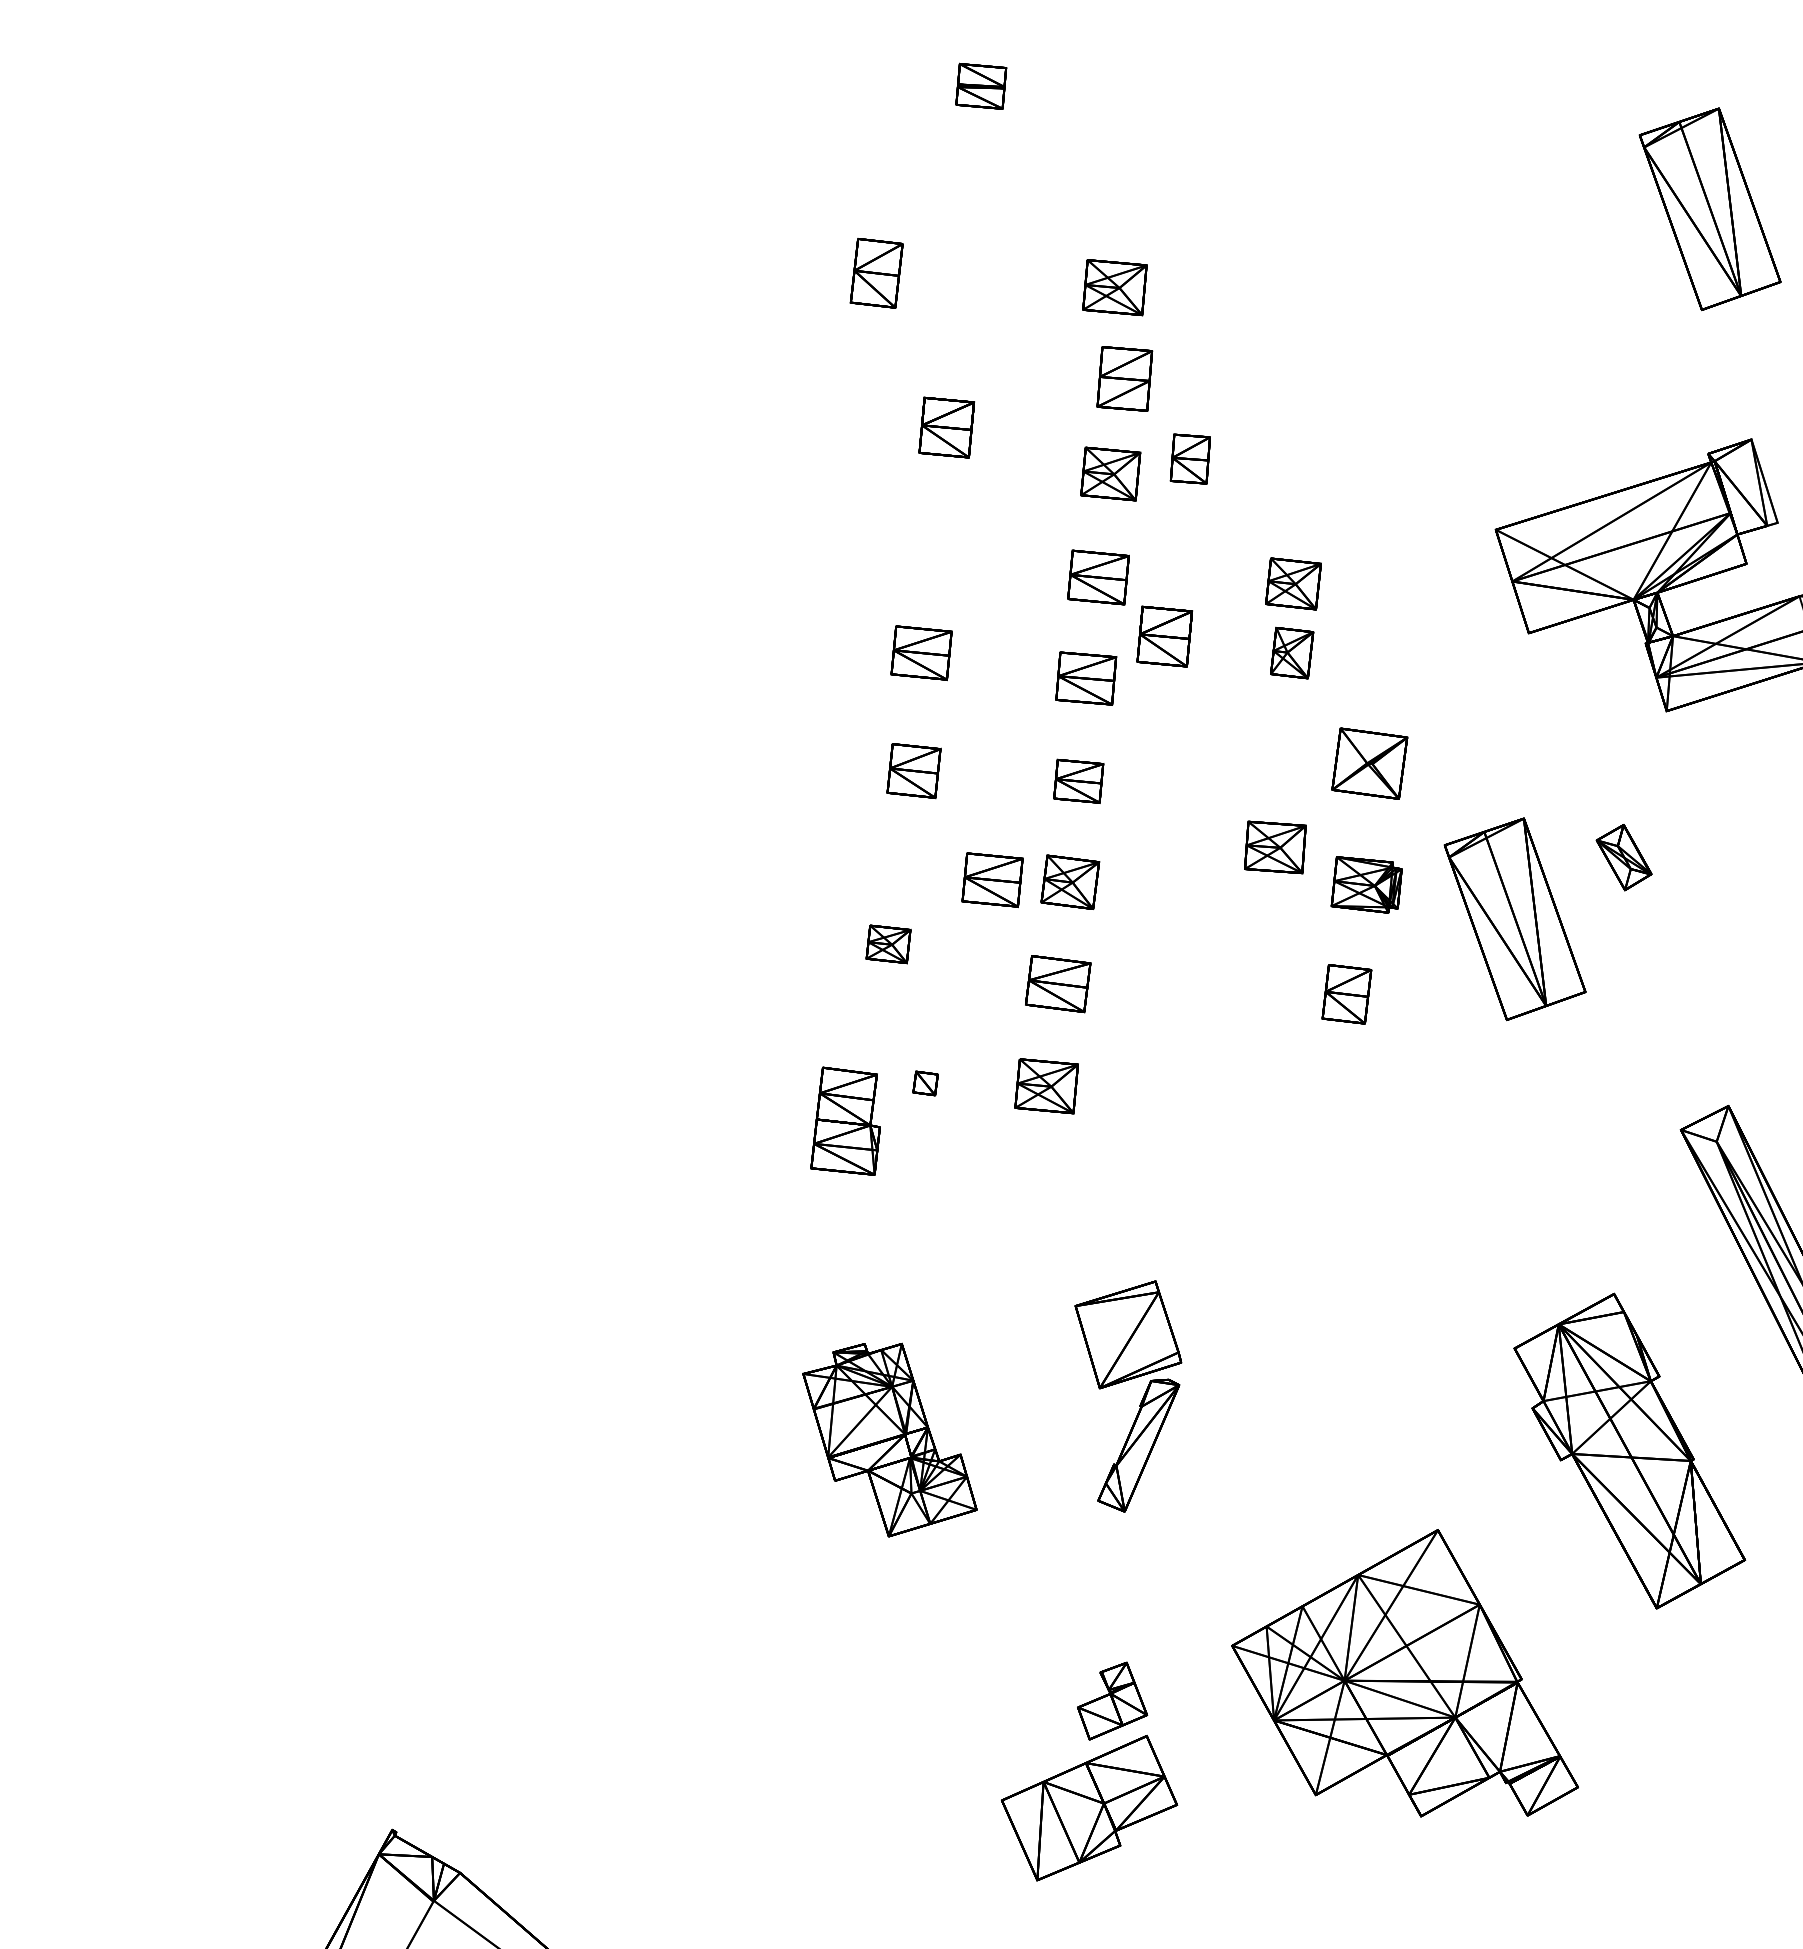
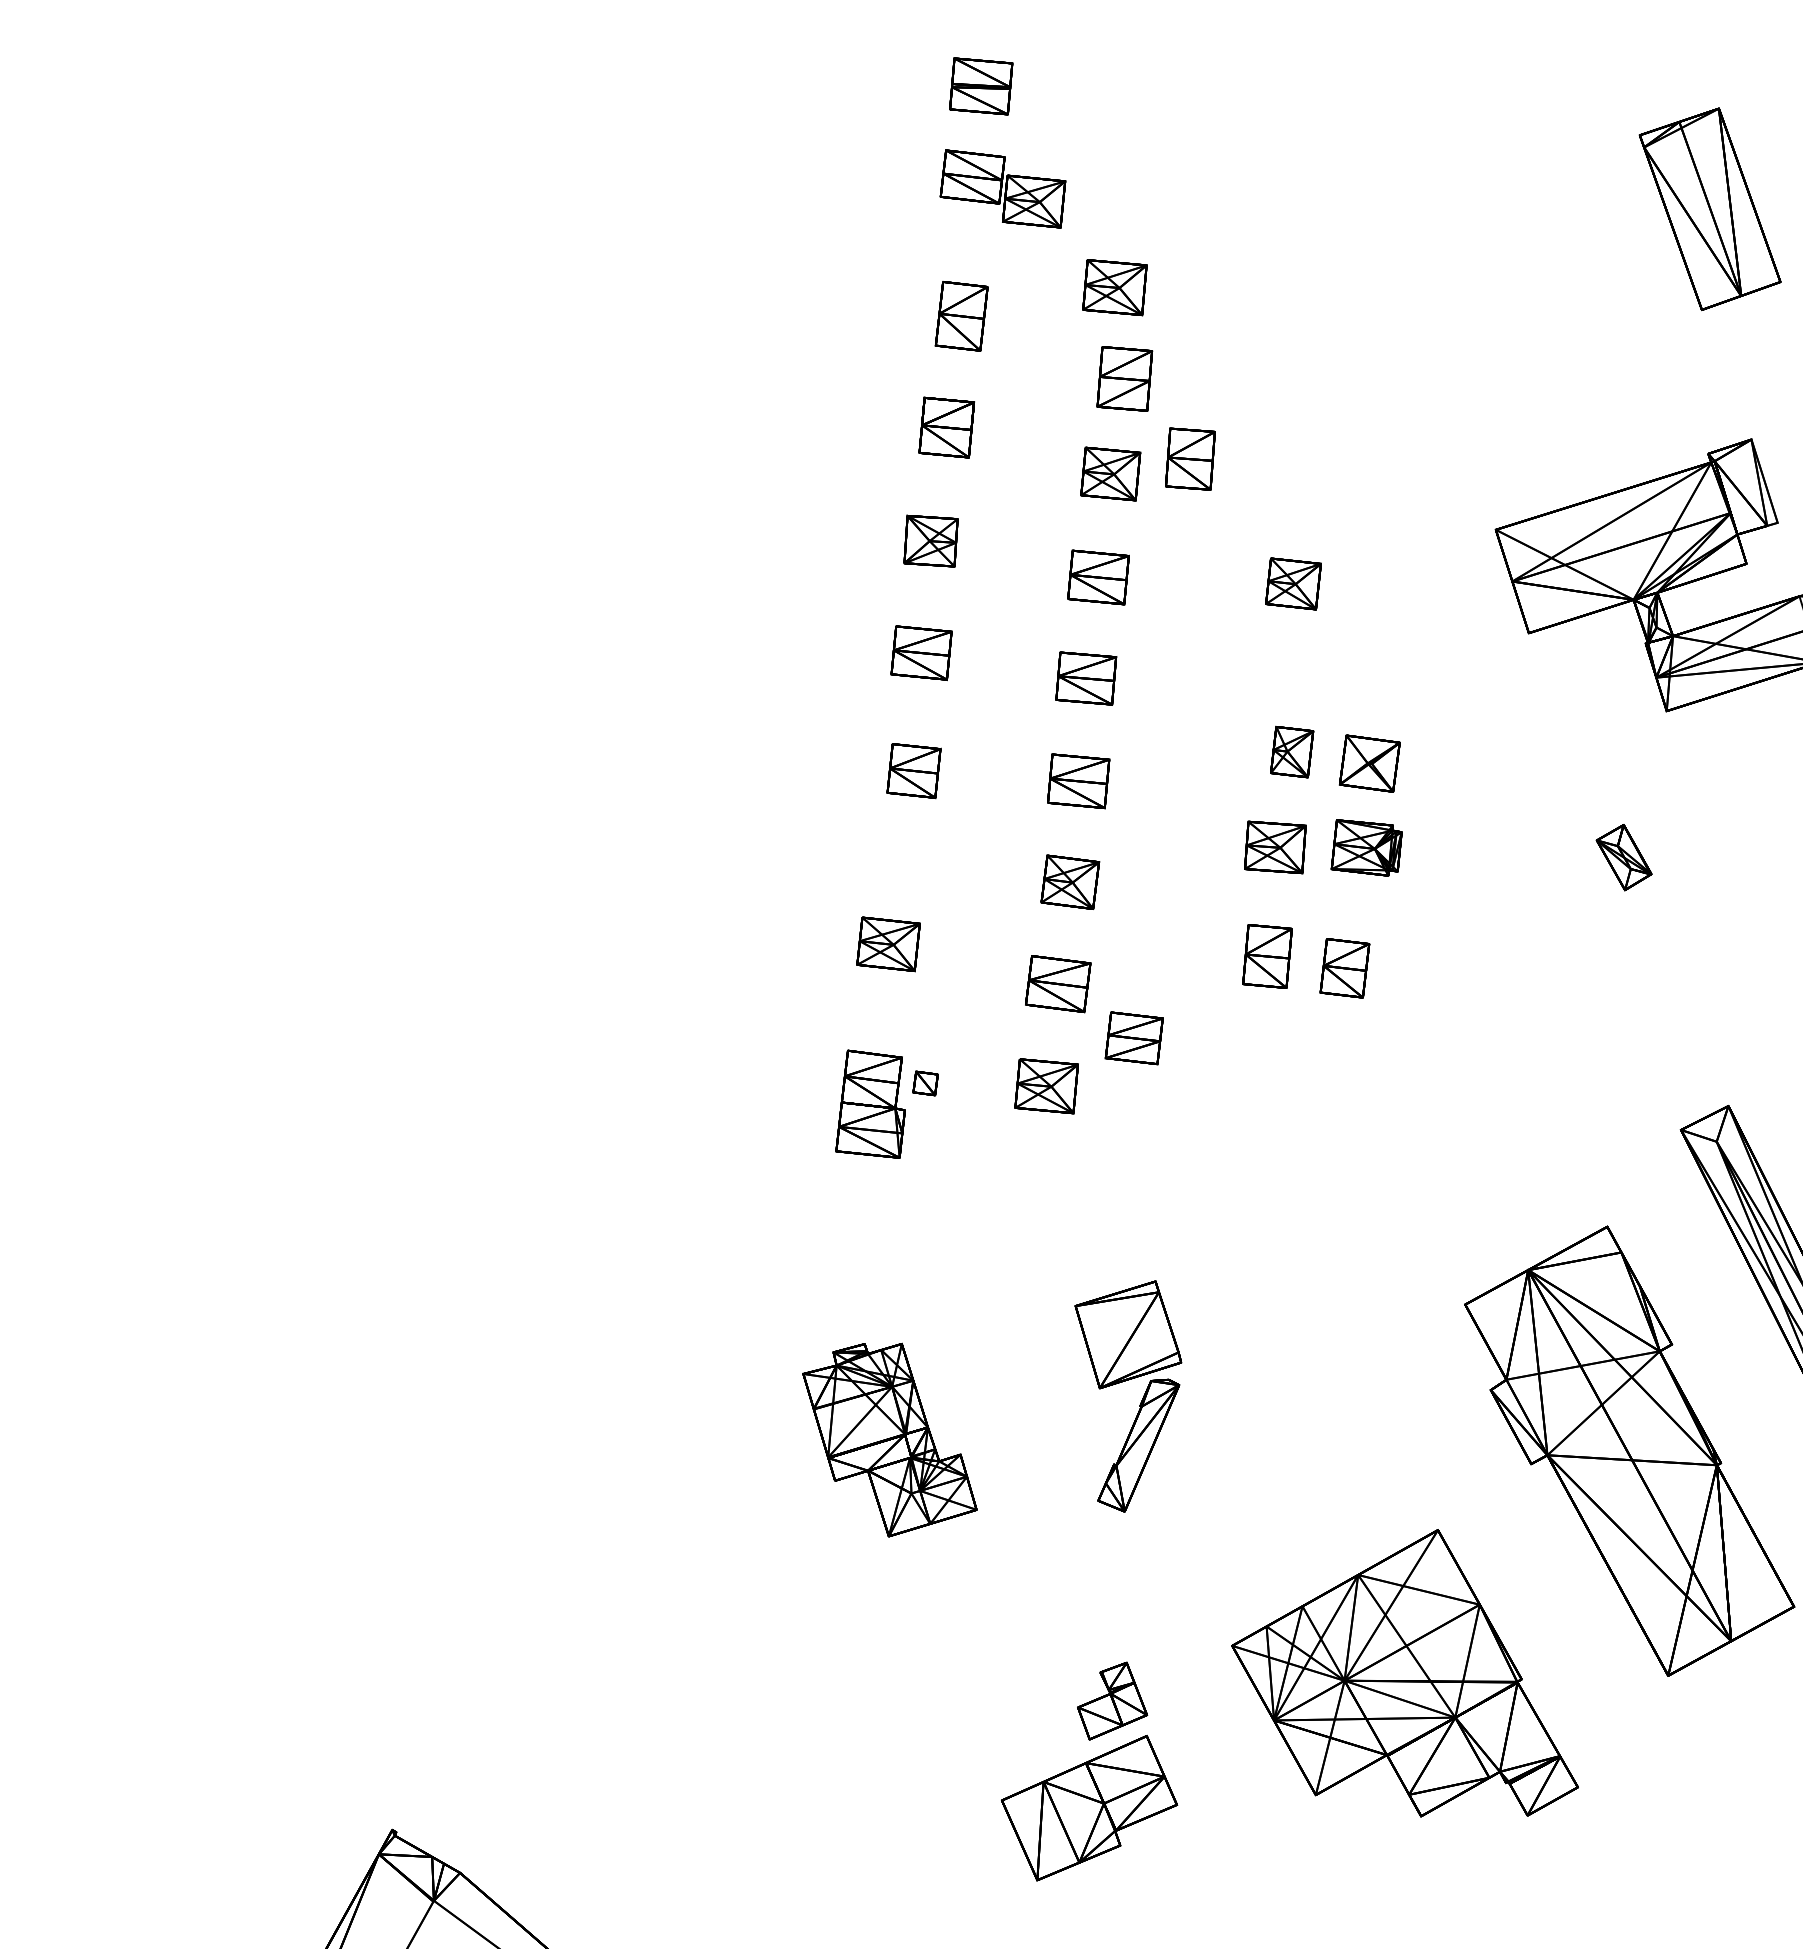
part at (981, 85) size: 53x48 px -> 65x59 px
part at (1002, 188): none -> present
part at (876, 273) position: (876, 273) -> (961, 316)
part at (1189, 458) size: 42x52 px -> 51x64 px
part at (930, 540): none -> present
part at (1164, 636): present -> none
part at (1292, 652) position: (1292, 652) -> (1292, 751)
part at (1369, 763) size: 78x73 px -> 62x59 px
part at (1078, 780) size: 52x46 px -> 64x57 px
part at (992, 879): present -> none
part at (1366, 884) position: (1366, 884) -> (1366, 847)
part at (1514, 919): present -> none
part at (888, 944) size: 47x41 px -> 65x57 px
part at (1267, 956): none -> present
part at (1346, 994) position: (1346, 994) -> (1344, 968)
part at (1133, 1038): none -> present
part at (845, 1120) position: (845, 1120) -> (870, 1103)
part at (1629, 1450) size: 234x318 px -> 332x452 px
